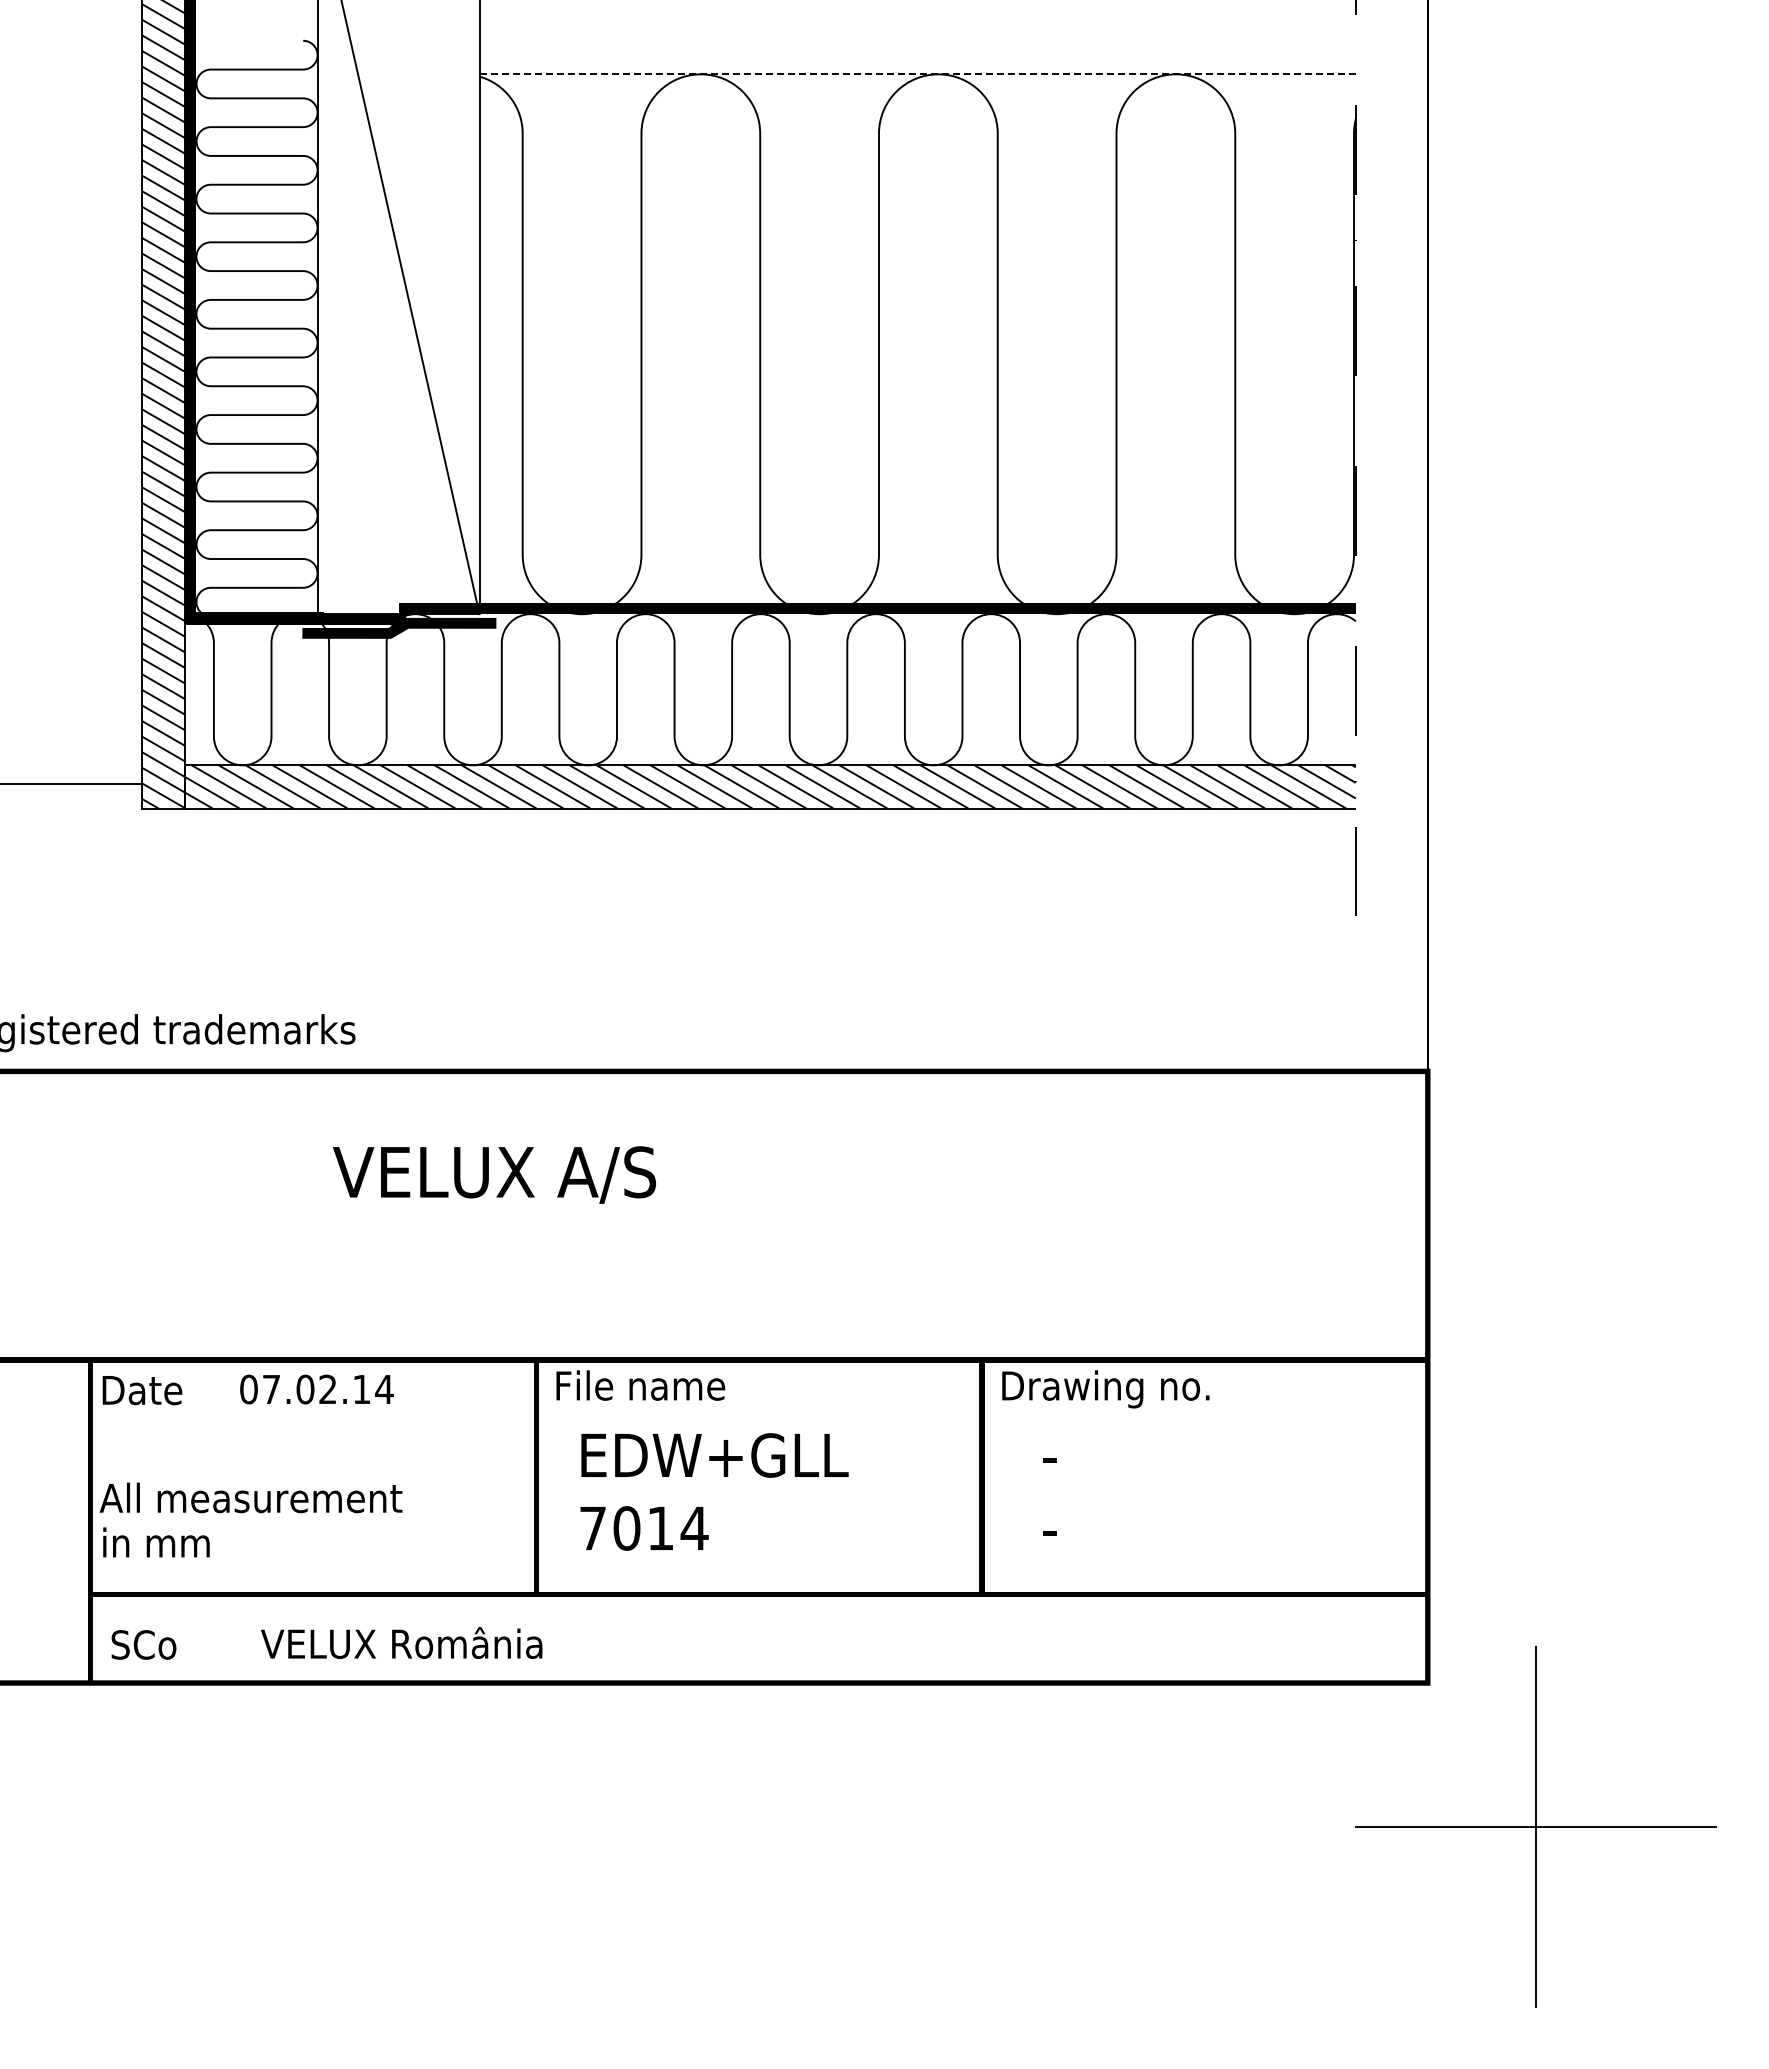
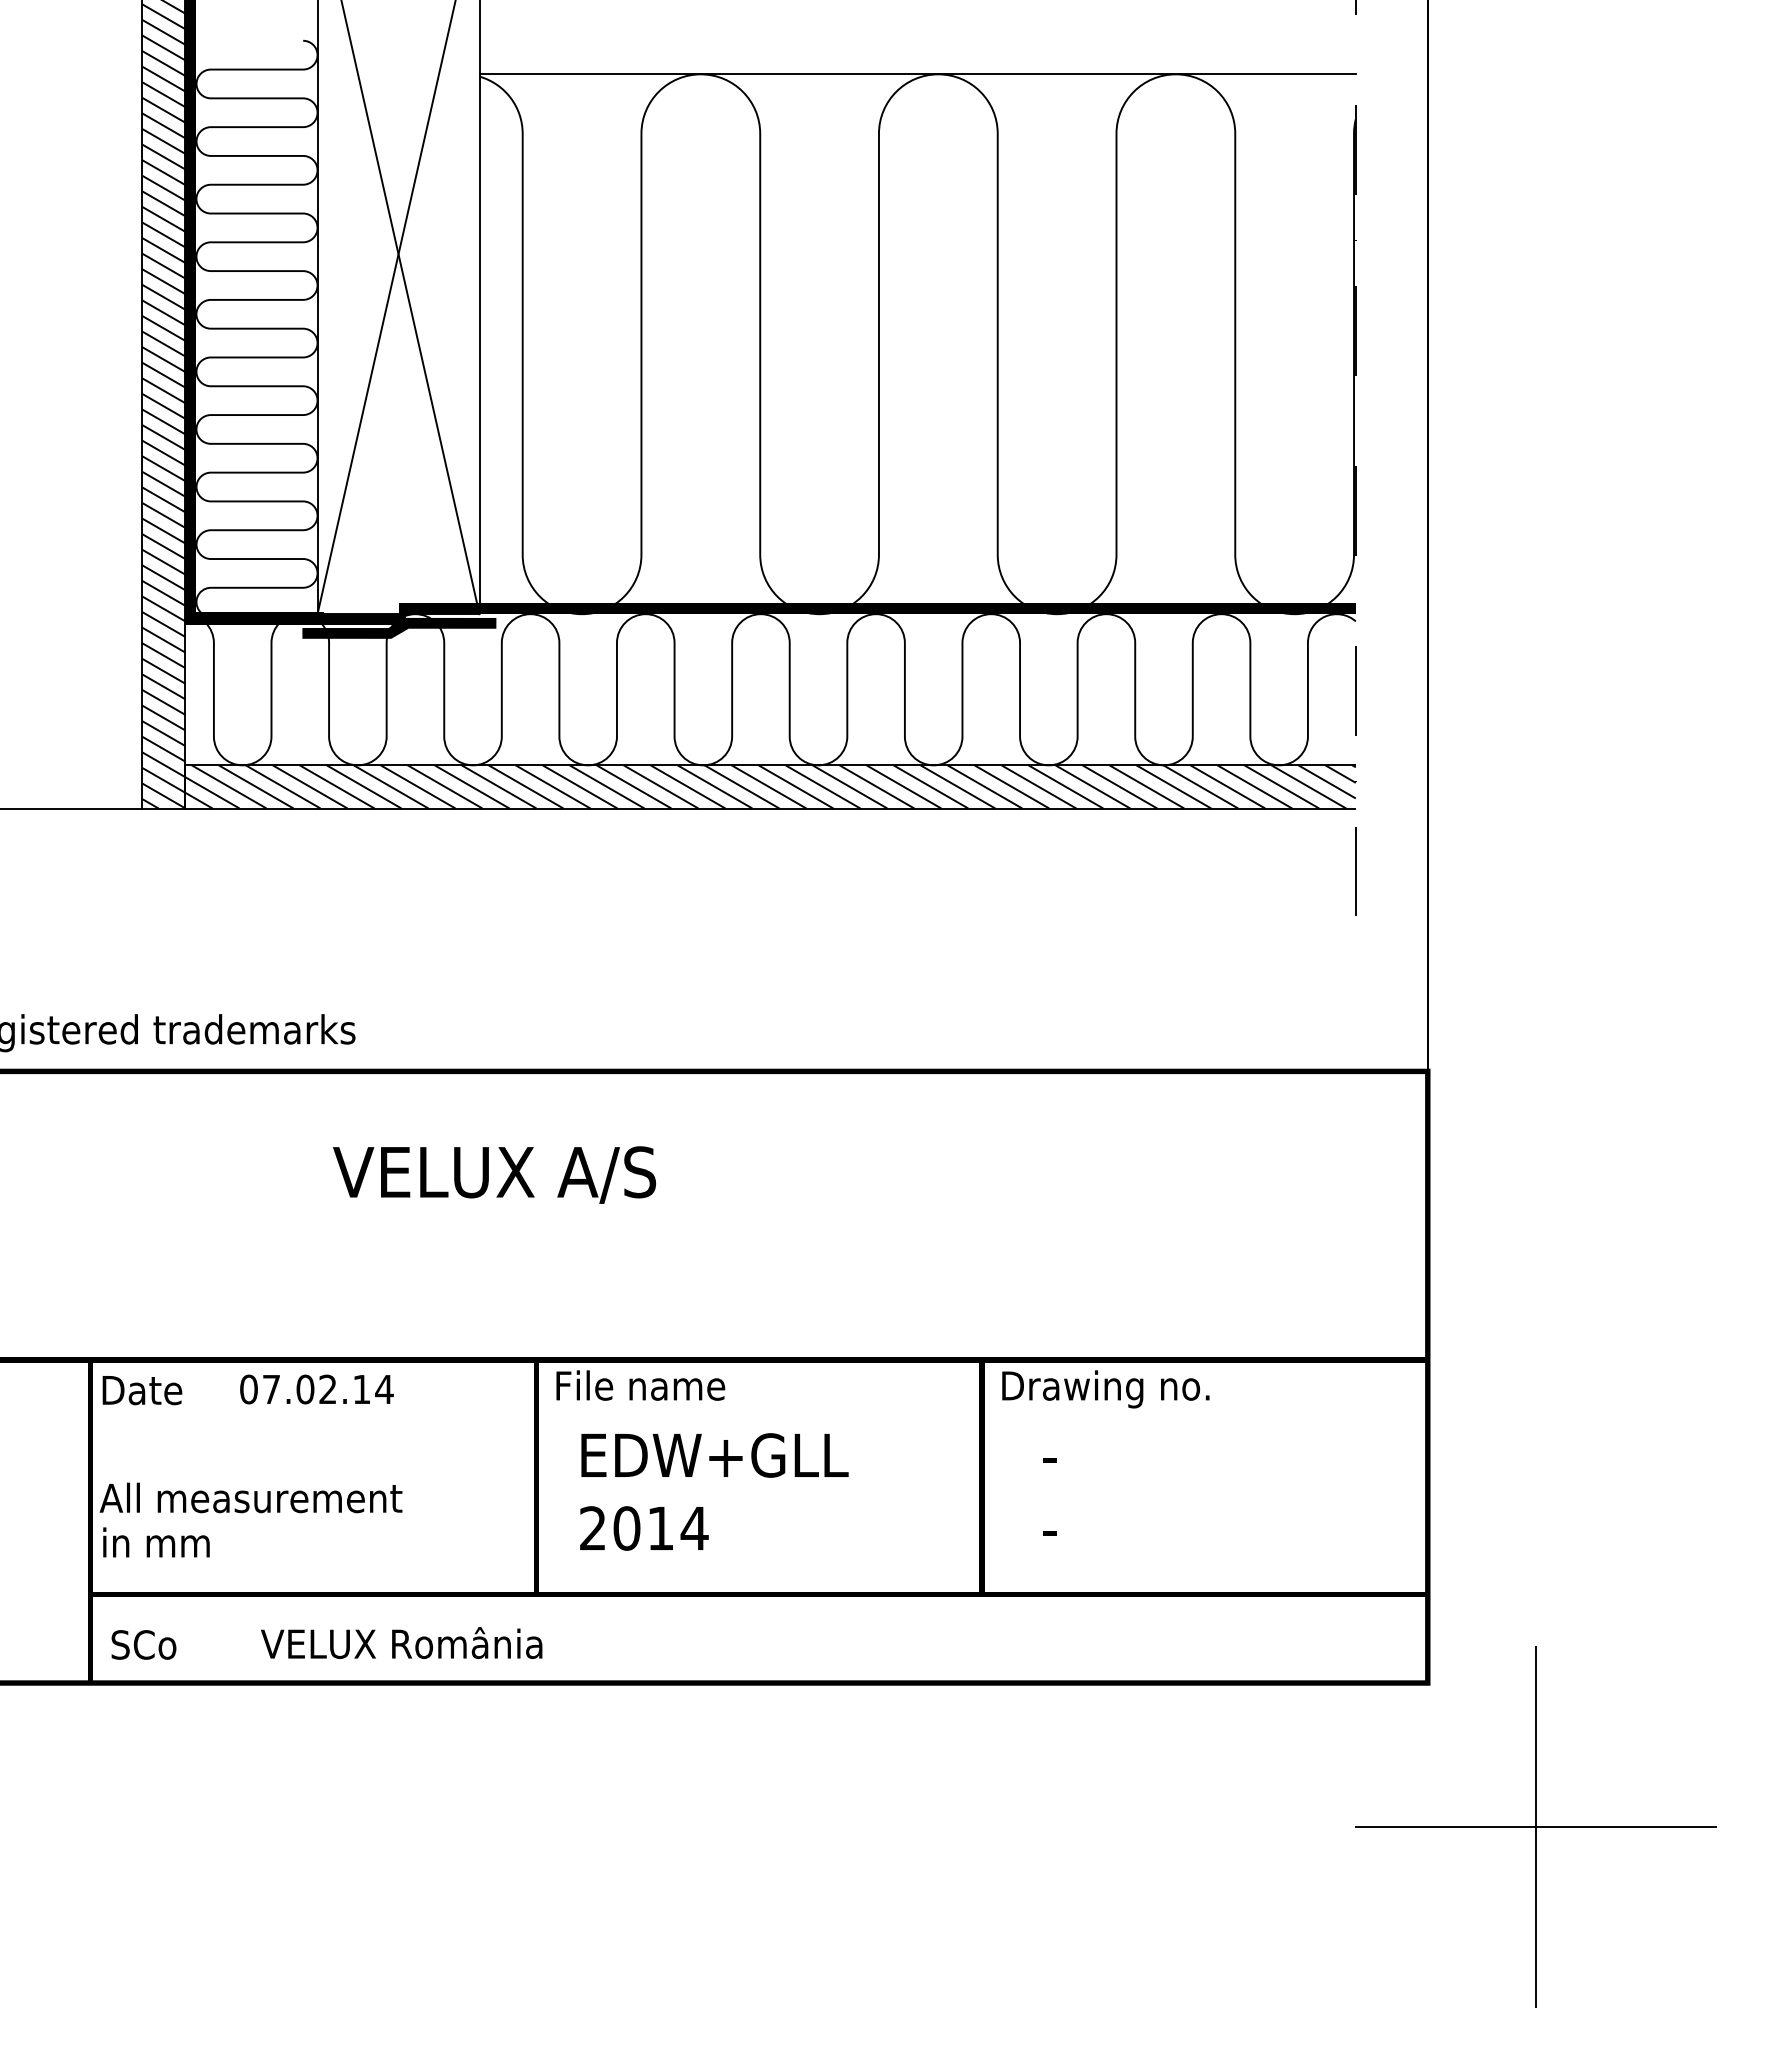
line at (917, 74): dashed -> solid
line at (386, 308): none -> present
line at (71, 783) position: (71, 783) -> (71, 808)
text at (592, 1527): 7014 -> 2014
